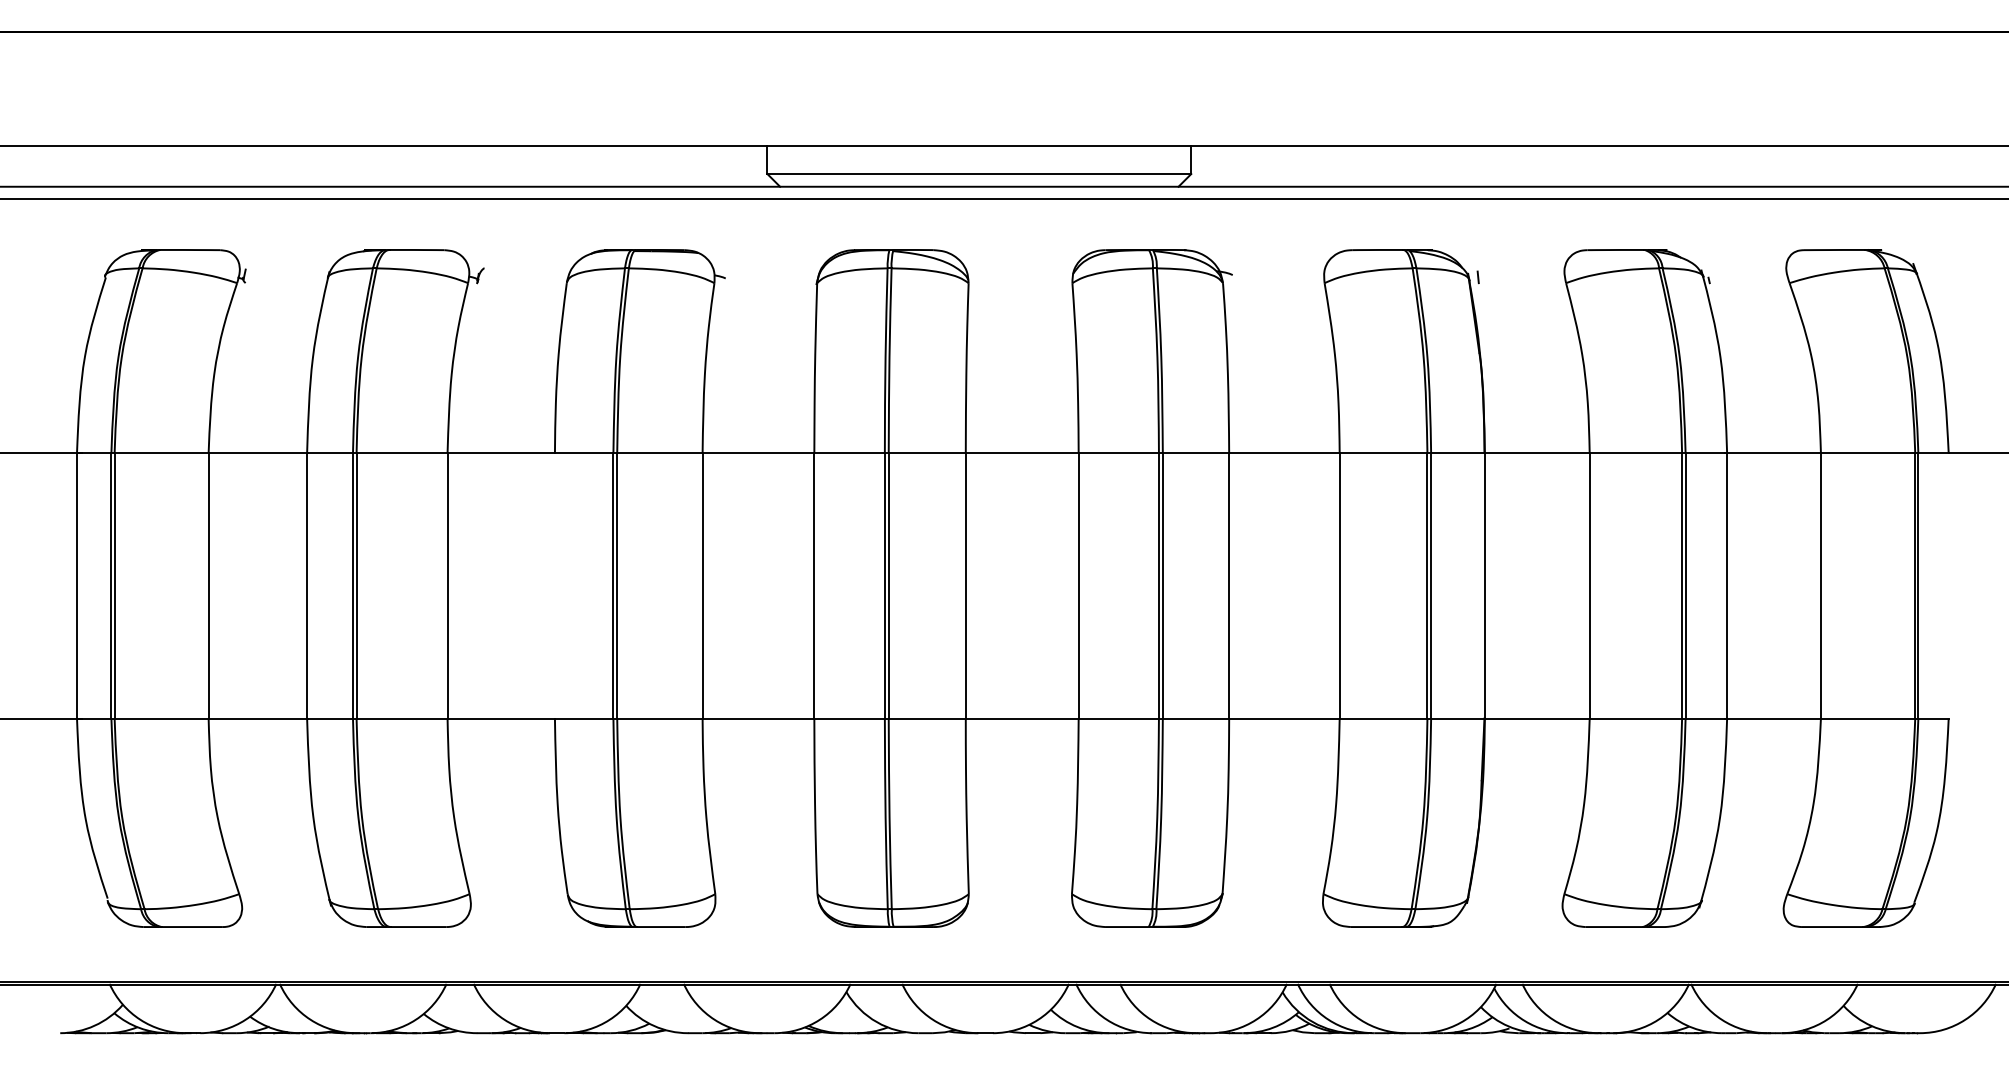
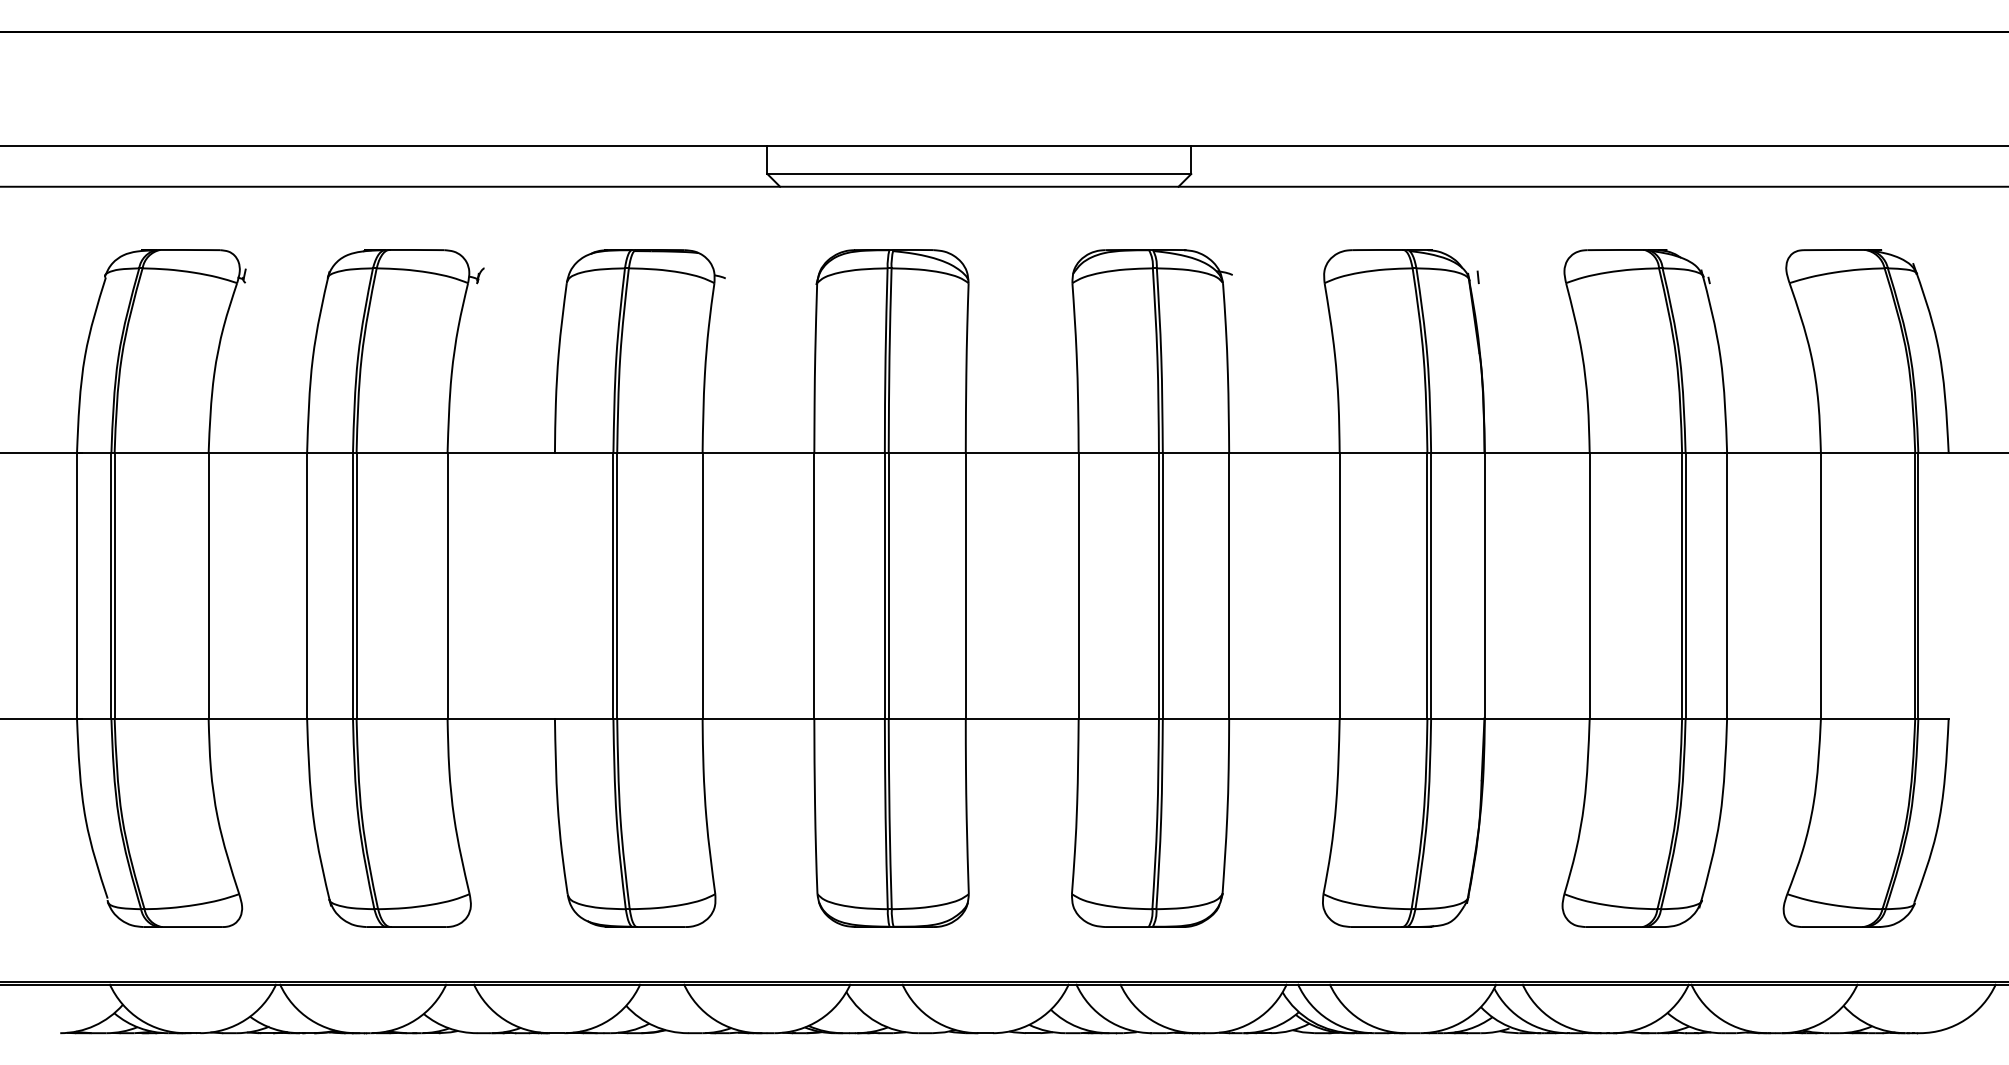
line at (1003, 198): present -> none
